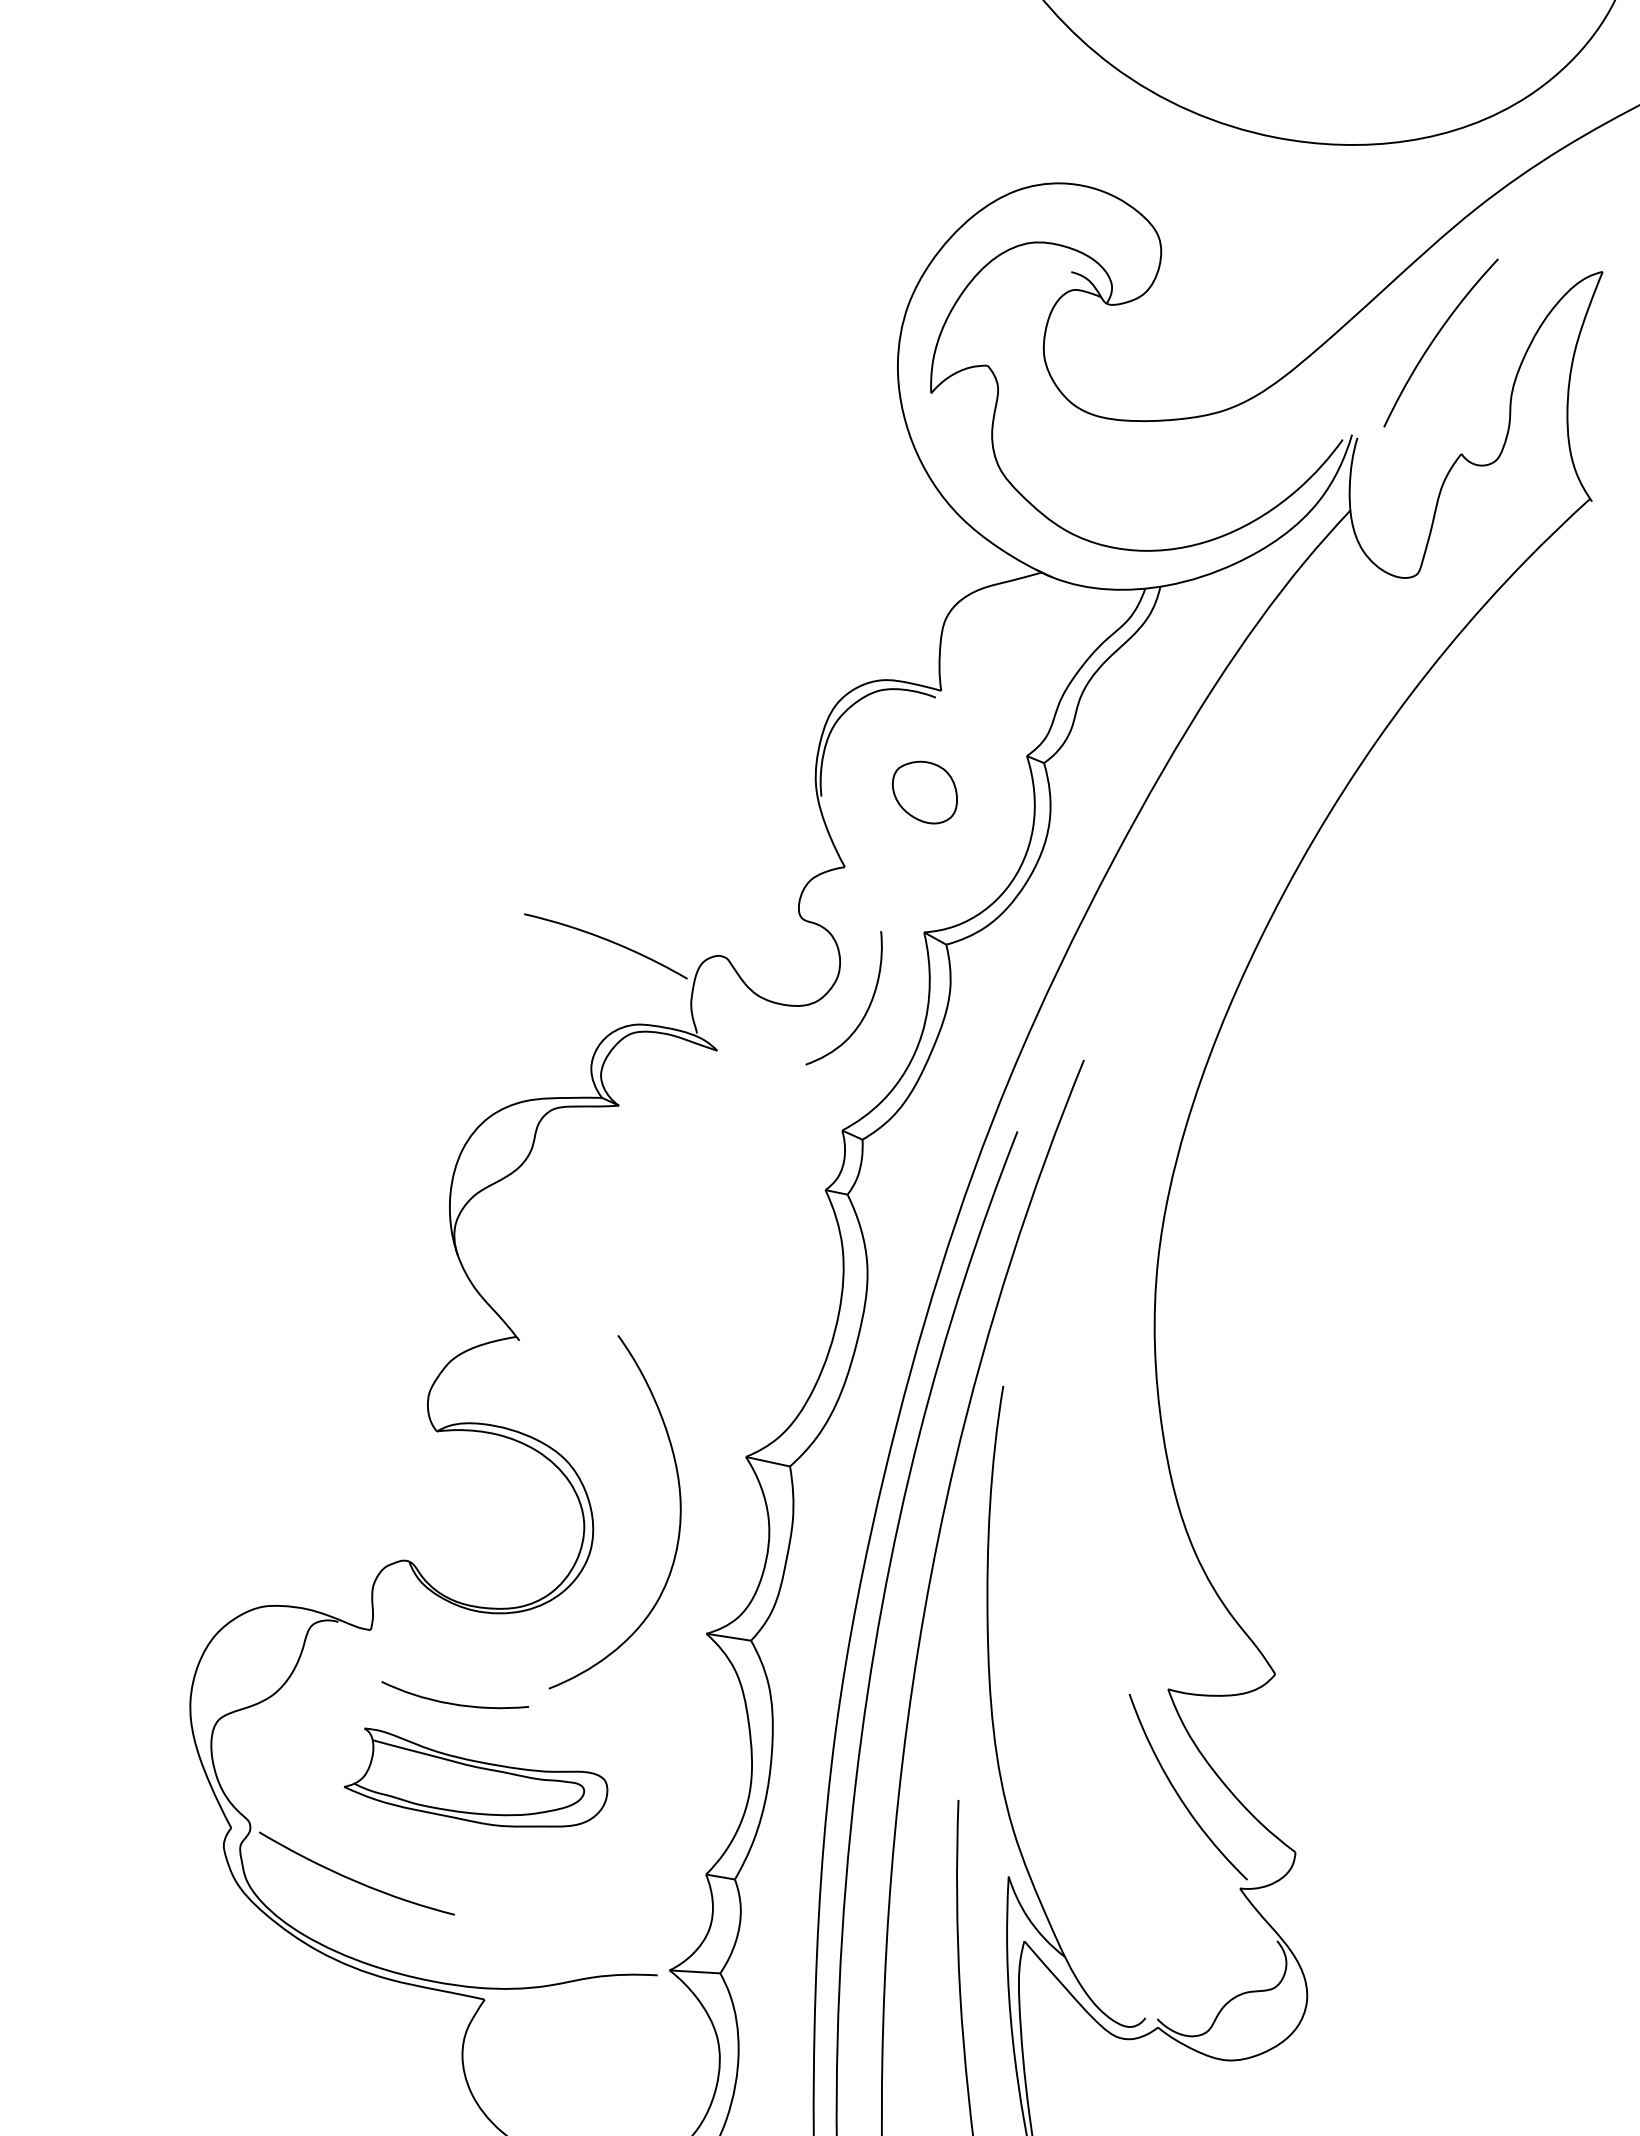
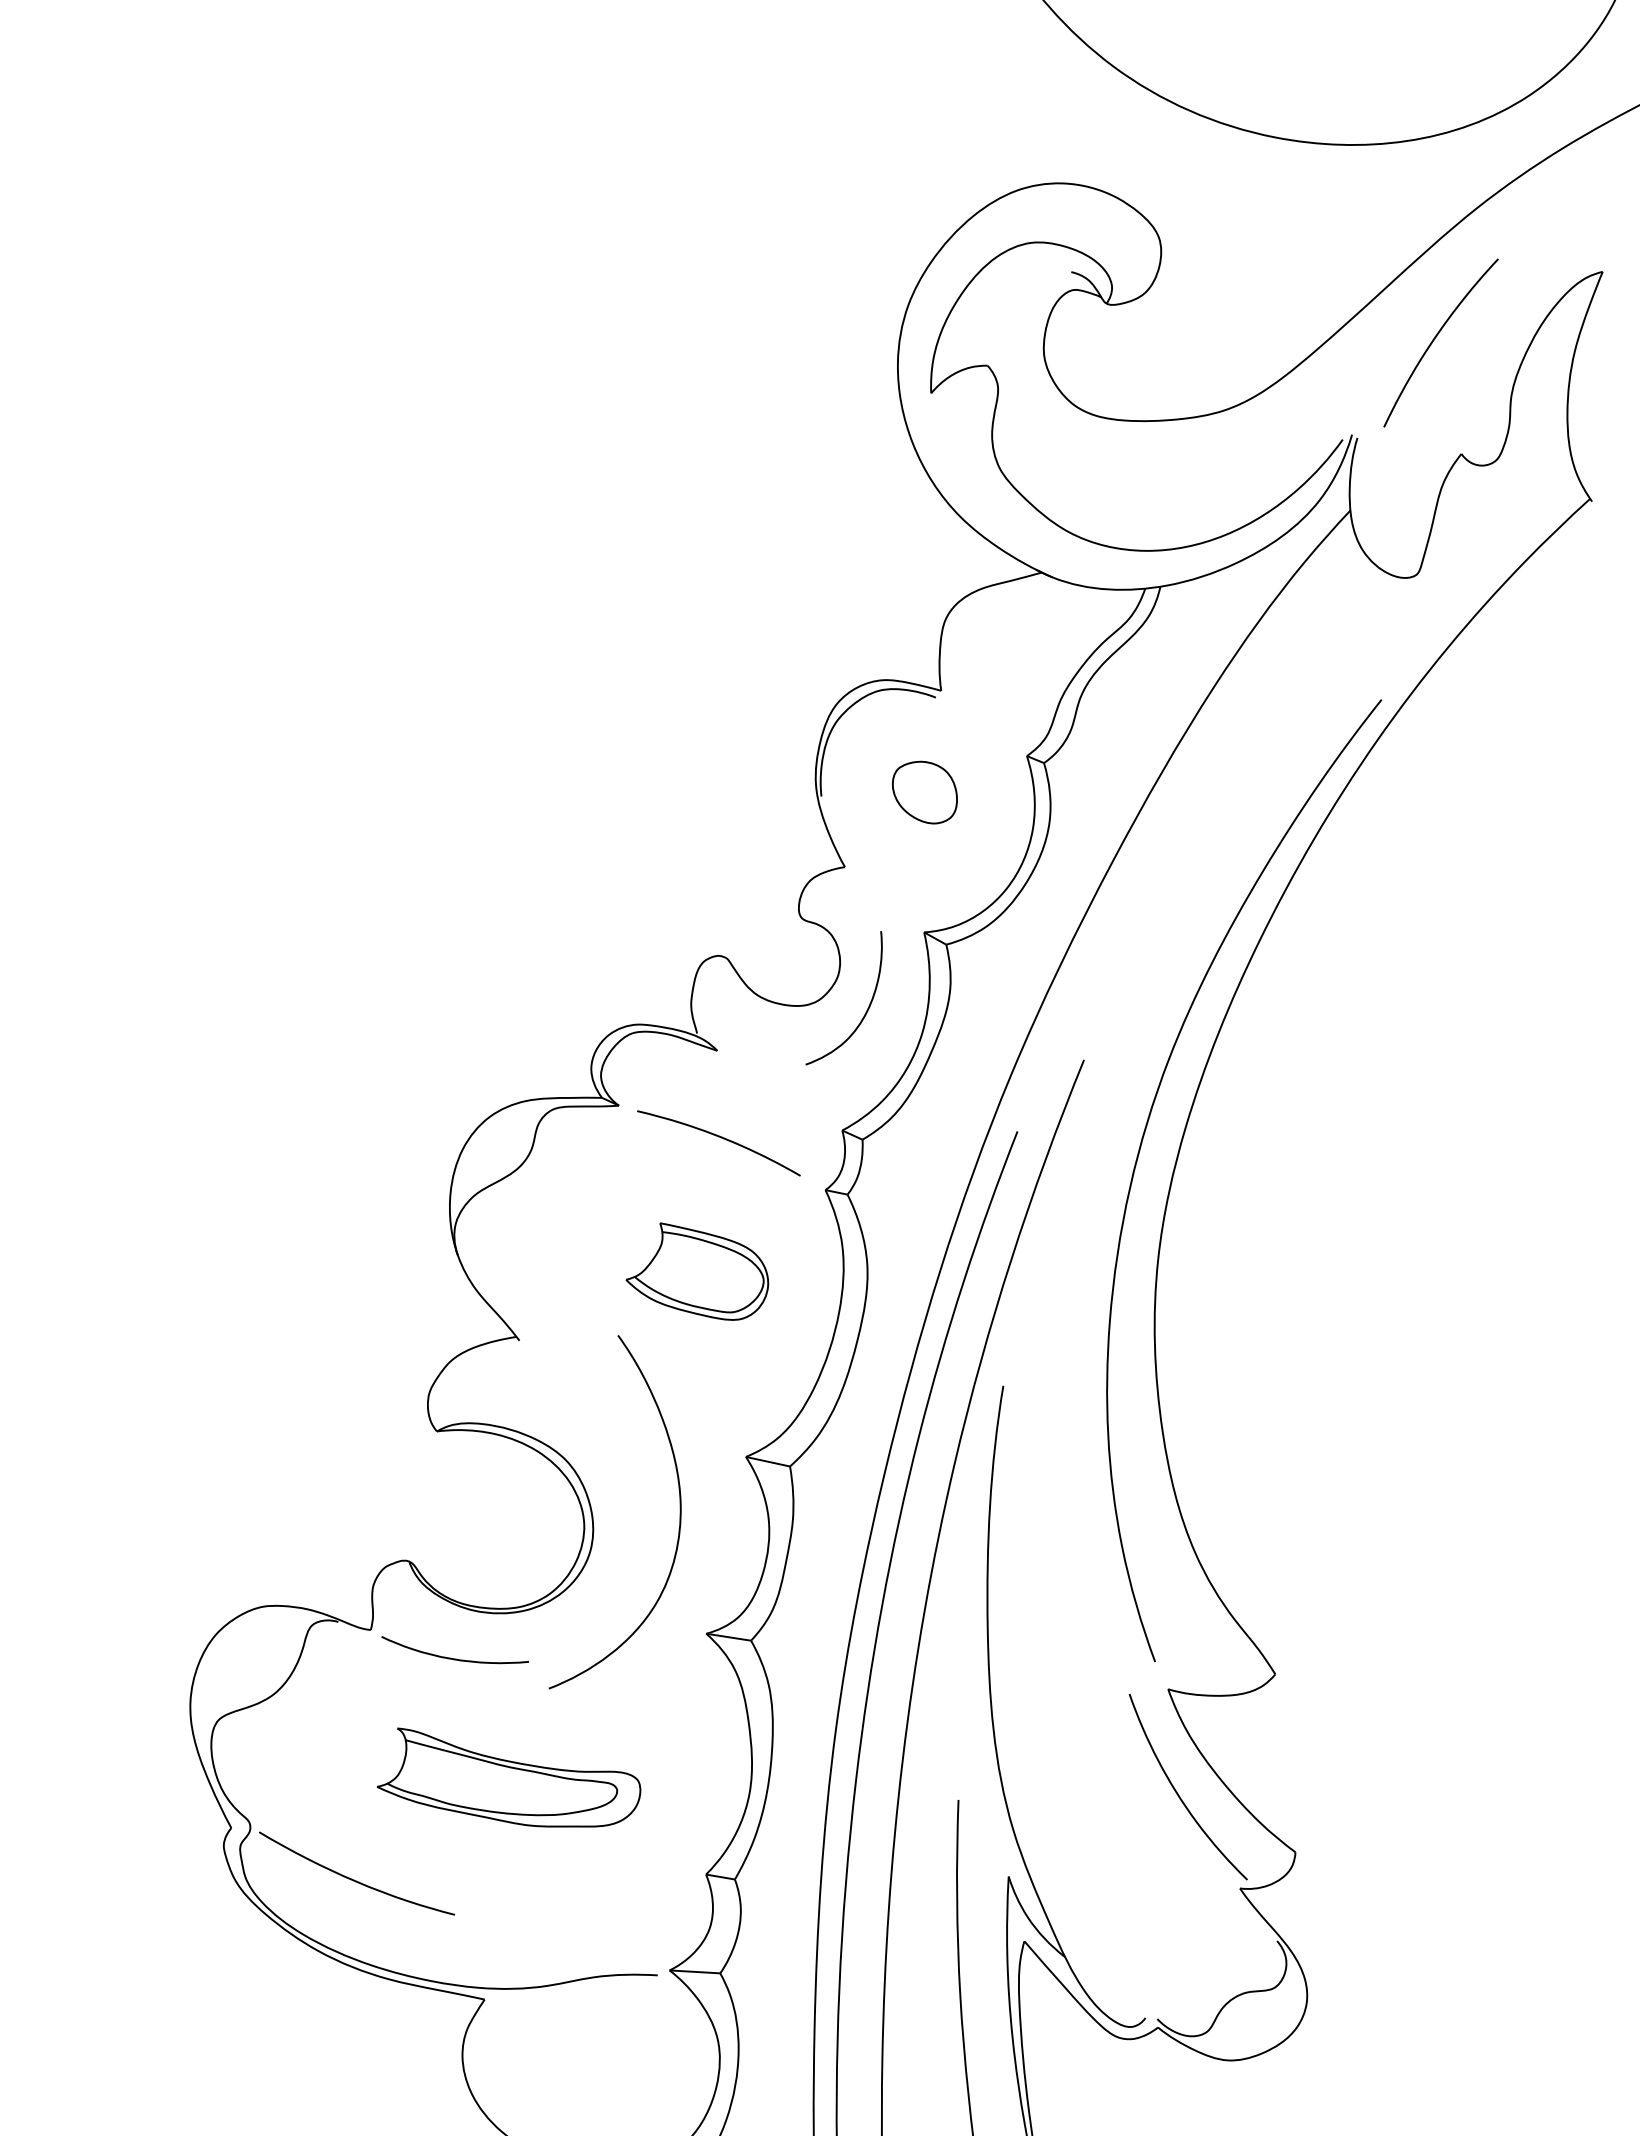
curve at (608, 941) position: (608, 941) -> (721, 1138)
curve at (1141, 1147): none -> present
part at (697, 1271): none -> present
curve at (451, 1702) position: (451, 1702) -> (451, 1657)
part at (475, 1777) position: (475, 1777) -> (508, 1777)
